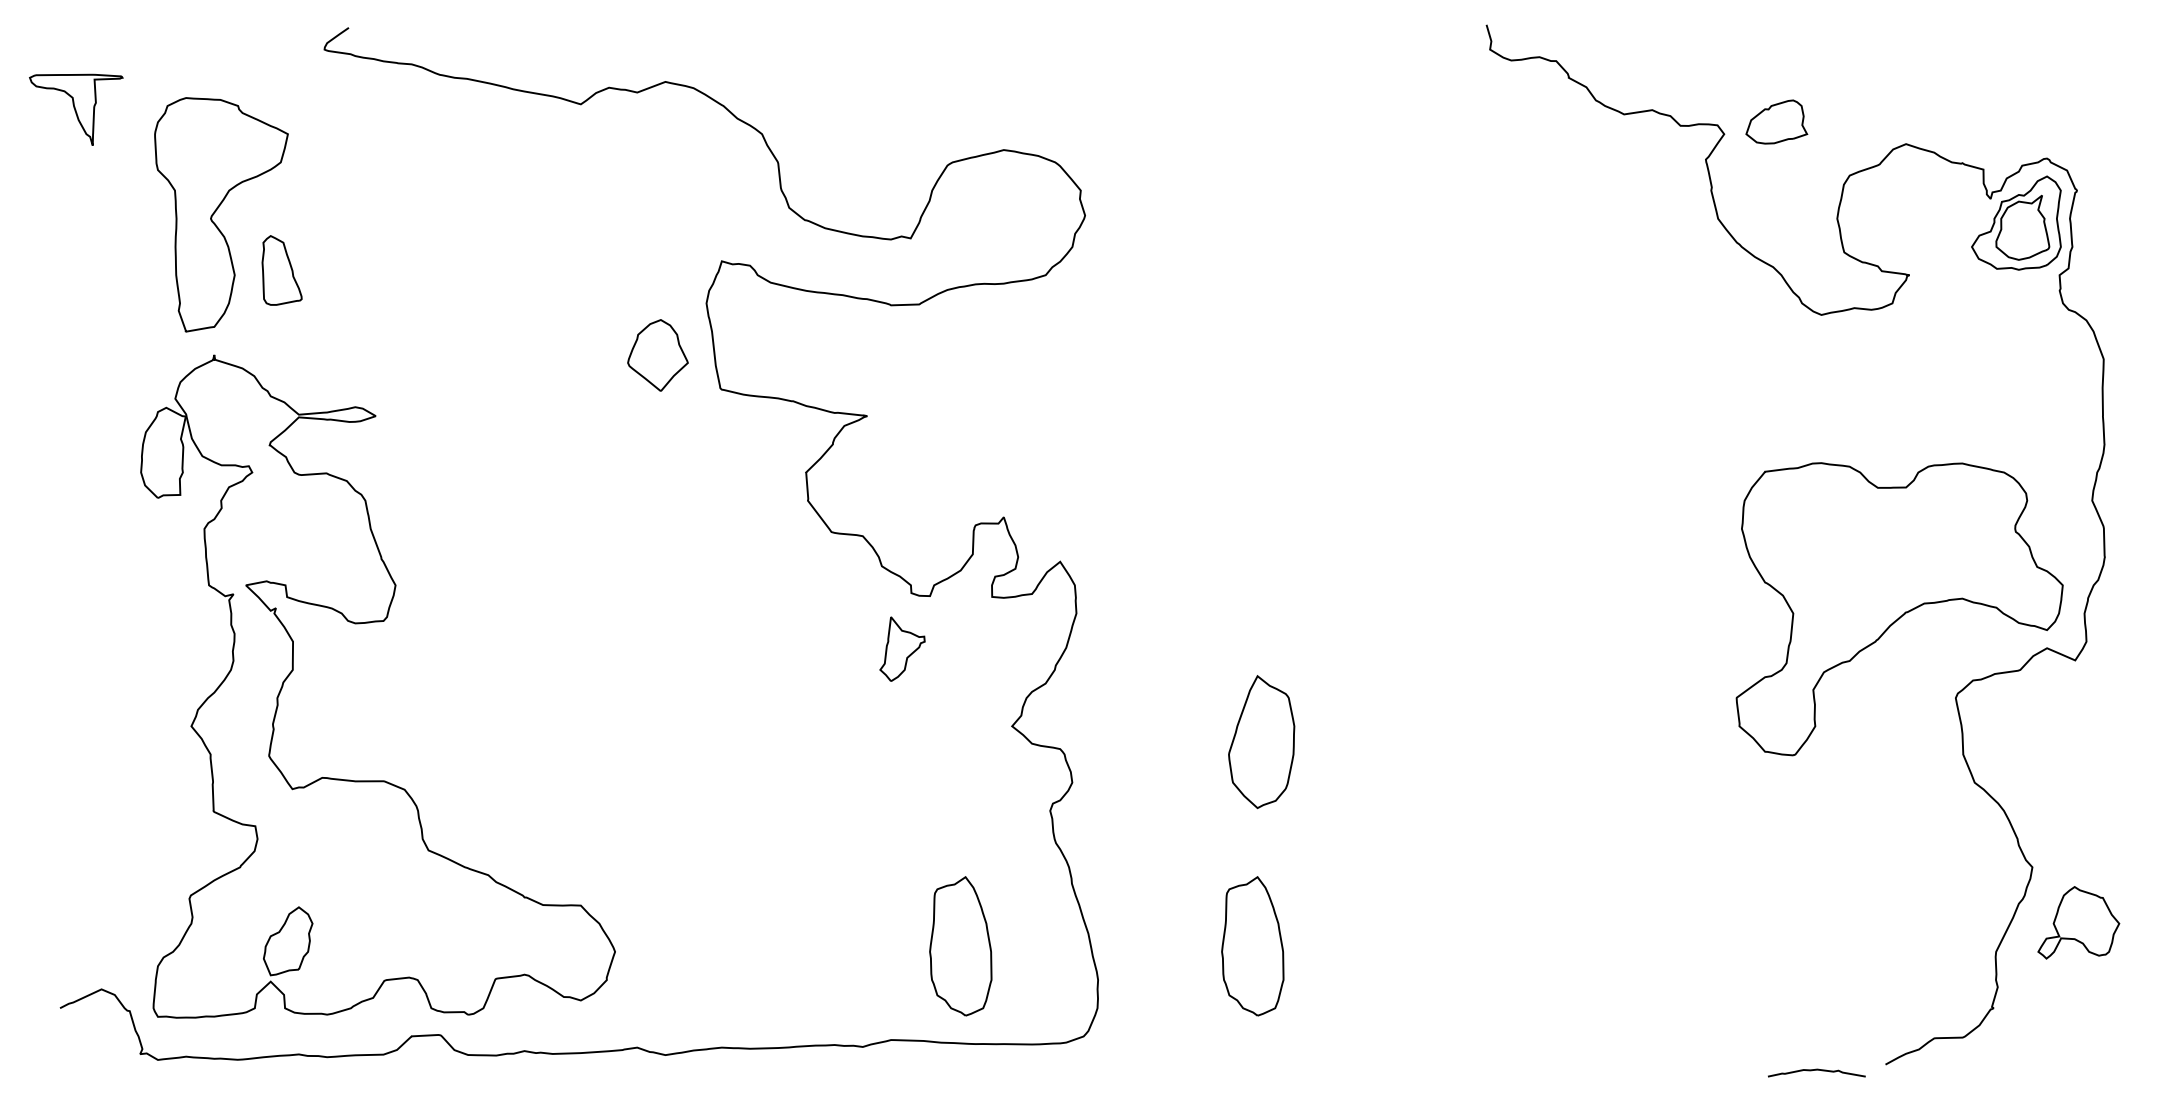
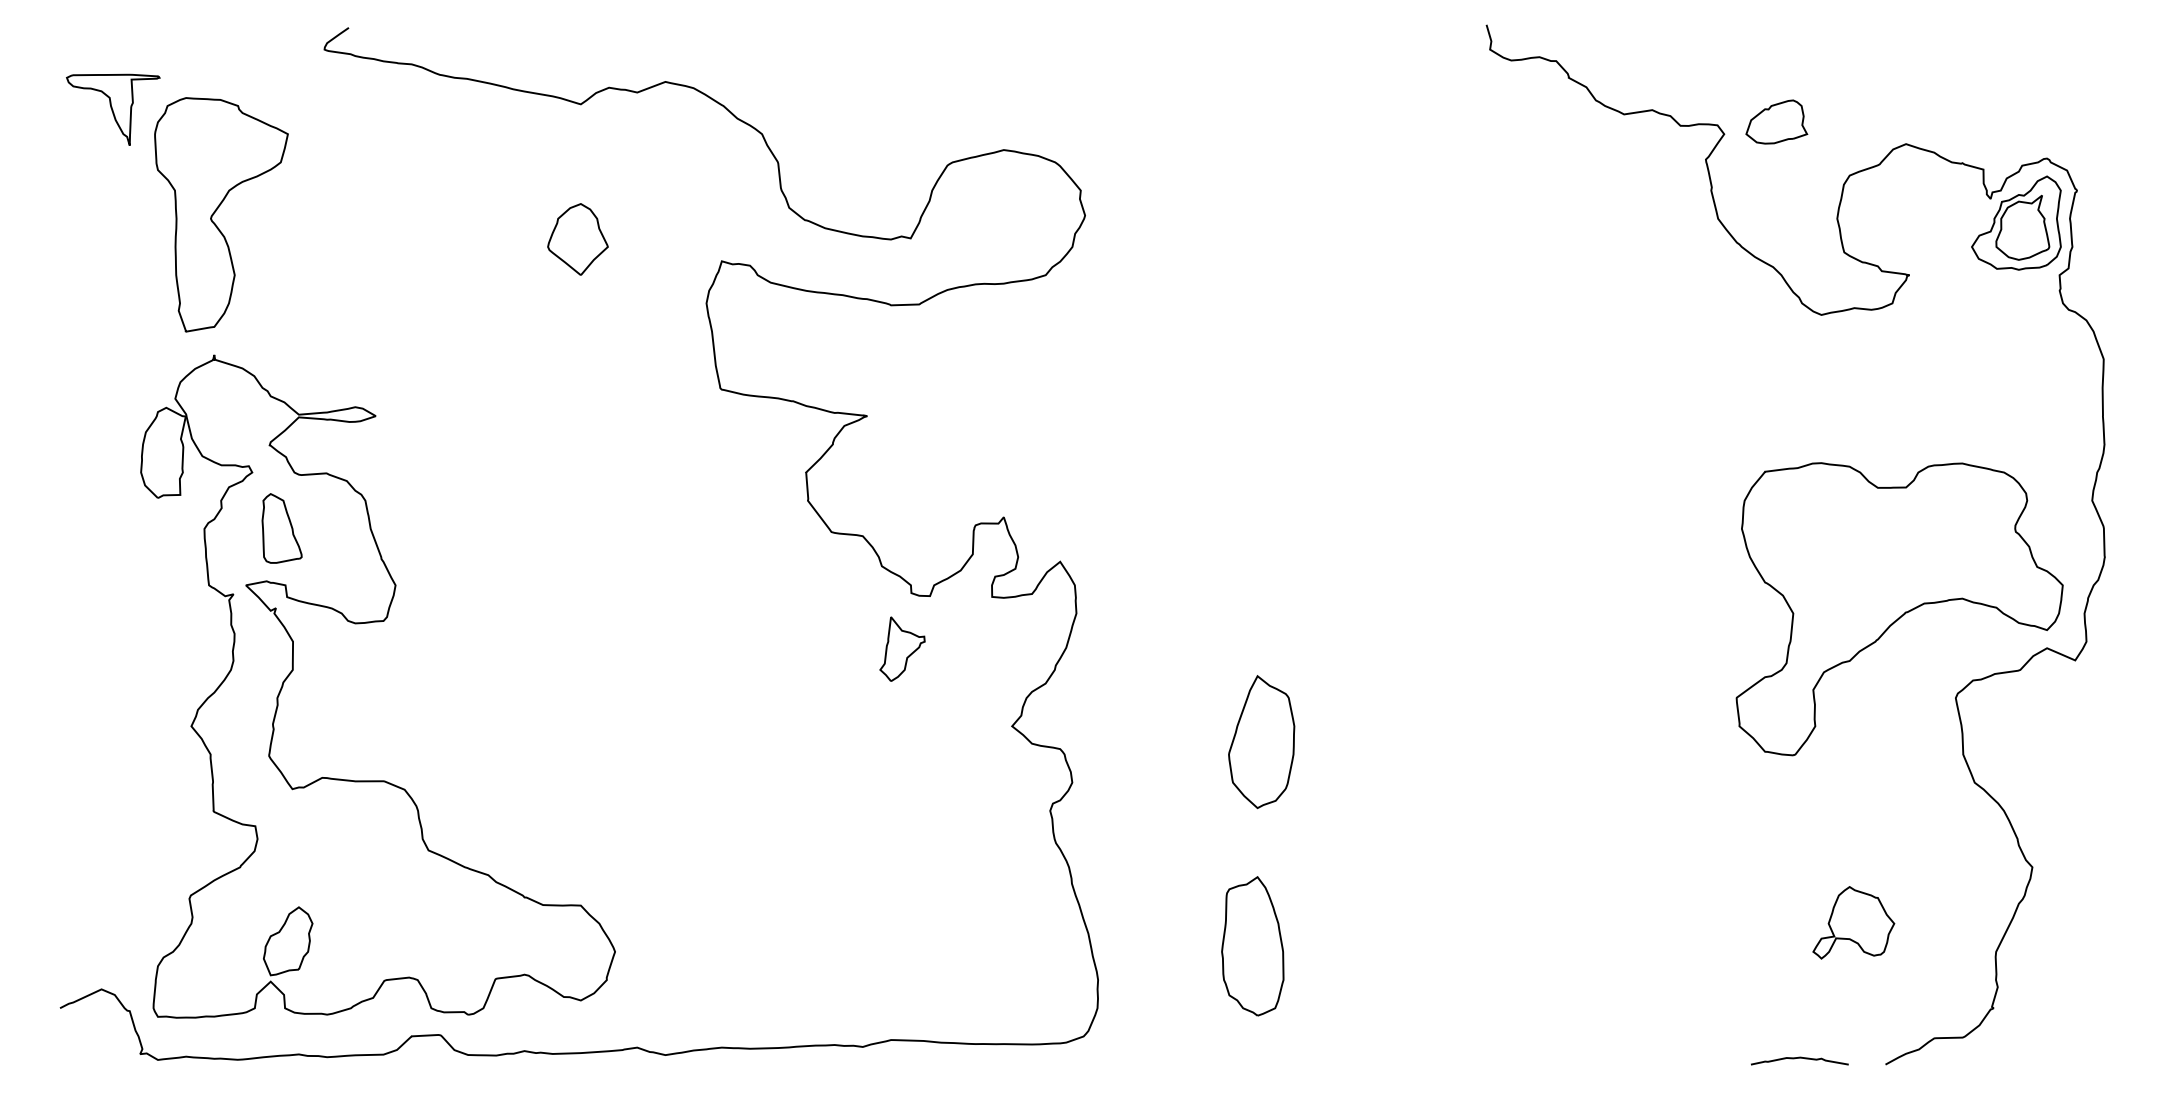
part at (76, 109) position: (76, 109) -> (113, 109)
part at (281, 270) position: (281, 270) -> (281, 528)
part at (657, 355) position: (657, 355) -> (577, 239)
part at (2078, 922) position: (2078, 922) -> (1853, 922)
part at (960, 946): present -> none
curve at (1816, 1070) position: (1816, 1070) -> (1799, 1058)
